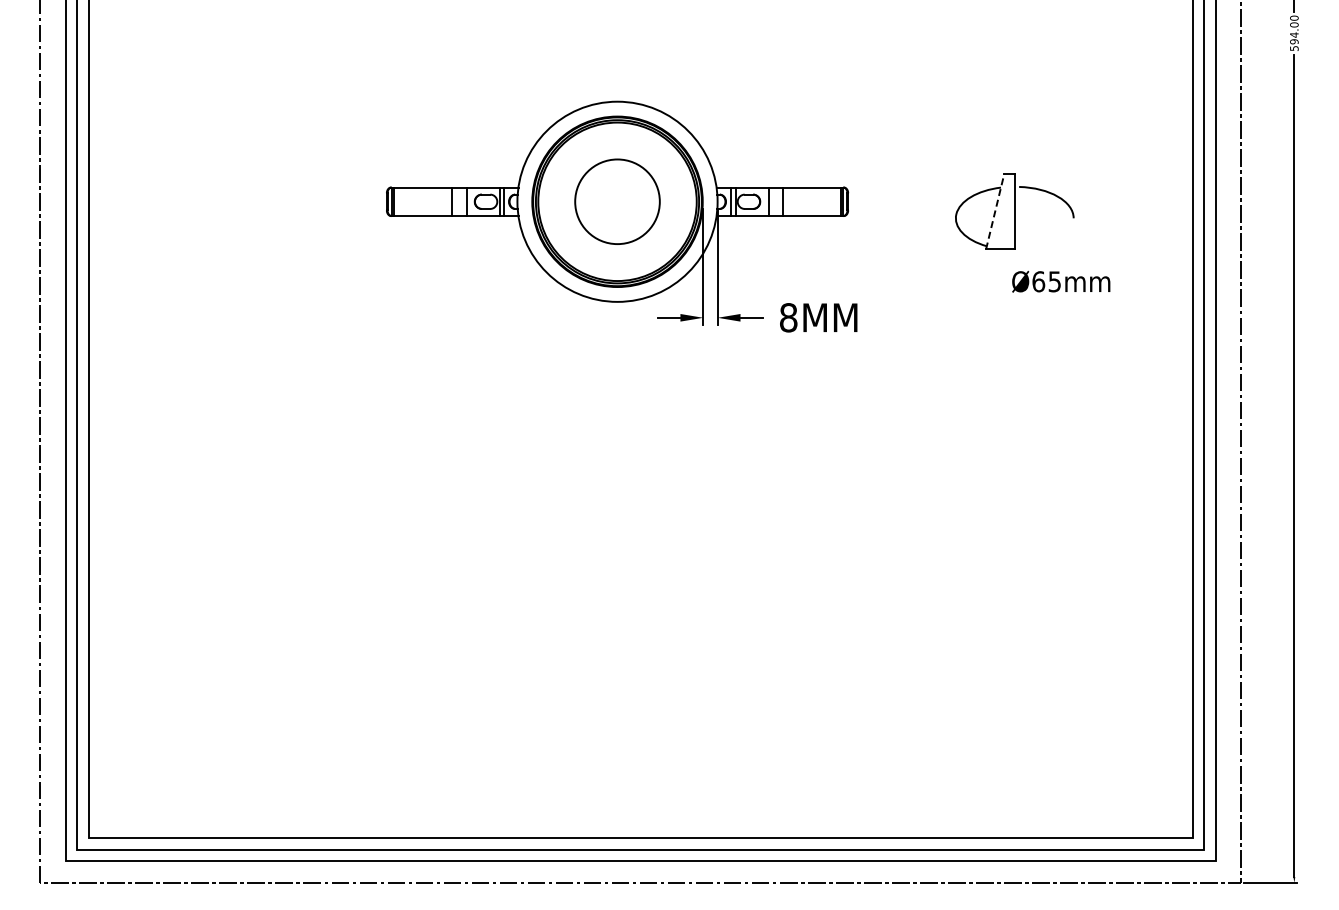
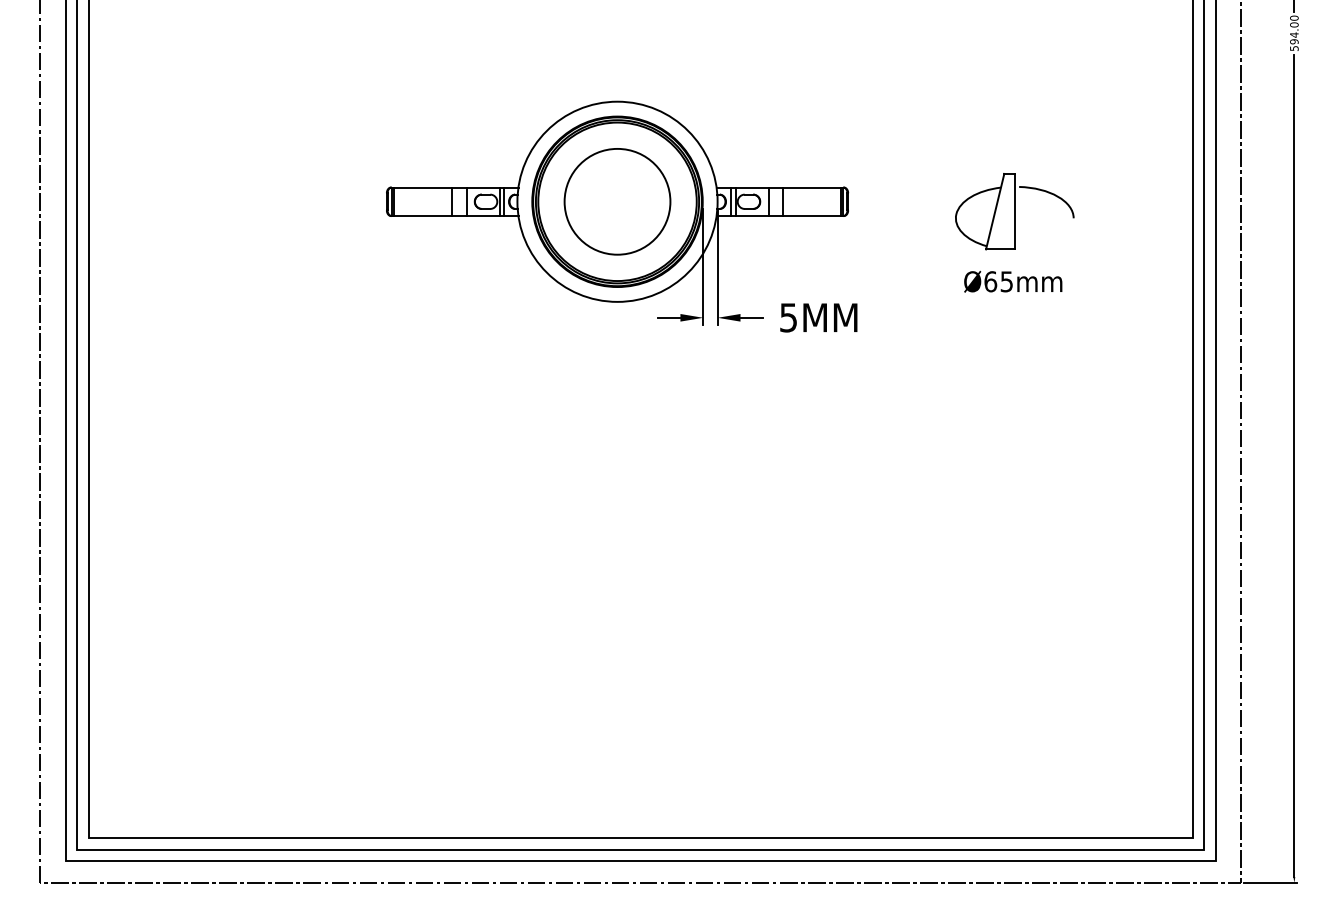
circle at (617, 201) diameter: 85 px -> 106 px
line at (995, 211): dashed -> solid
text at (1061, 281) position: (1061, 281) -> (1013, 281)
text at (788, 317): 8MM -> 5MM
